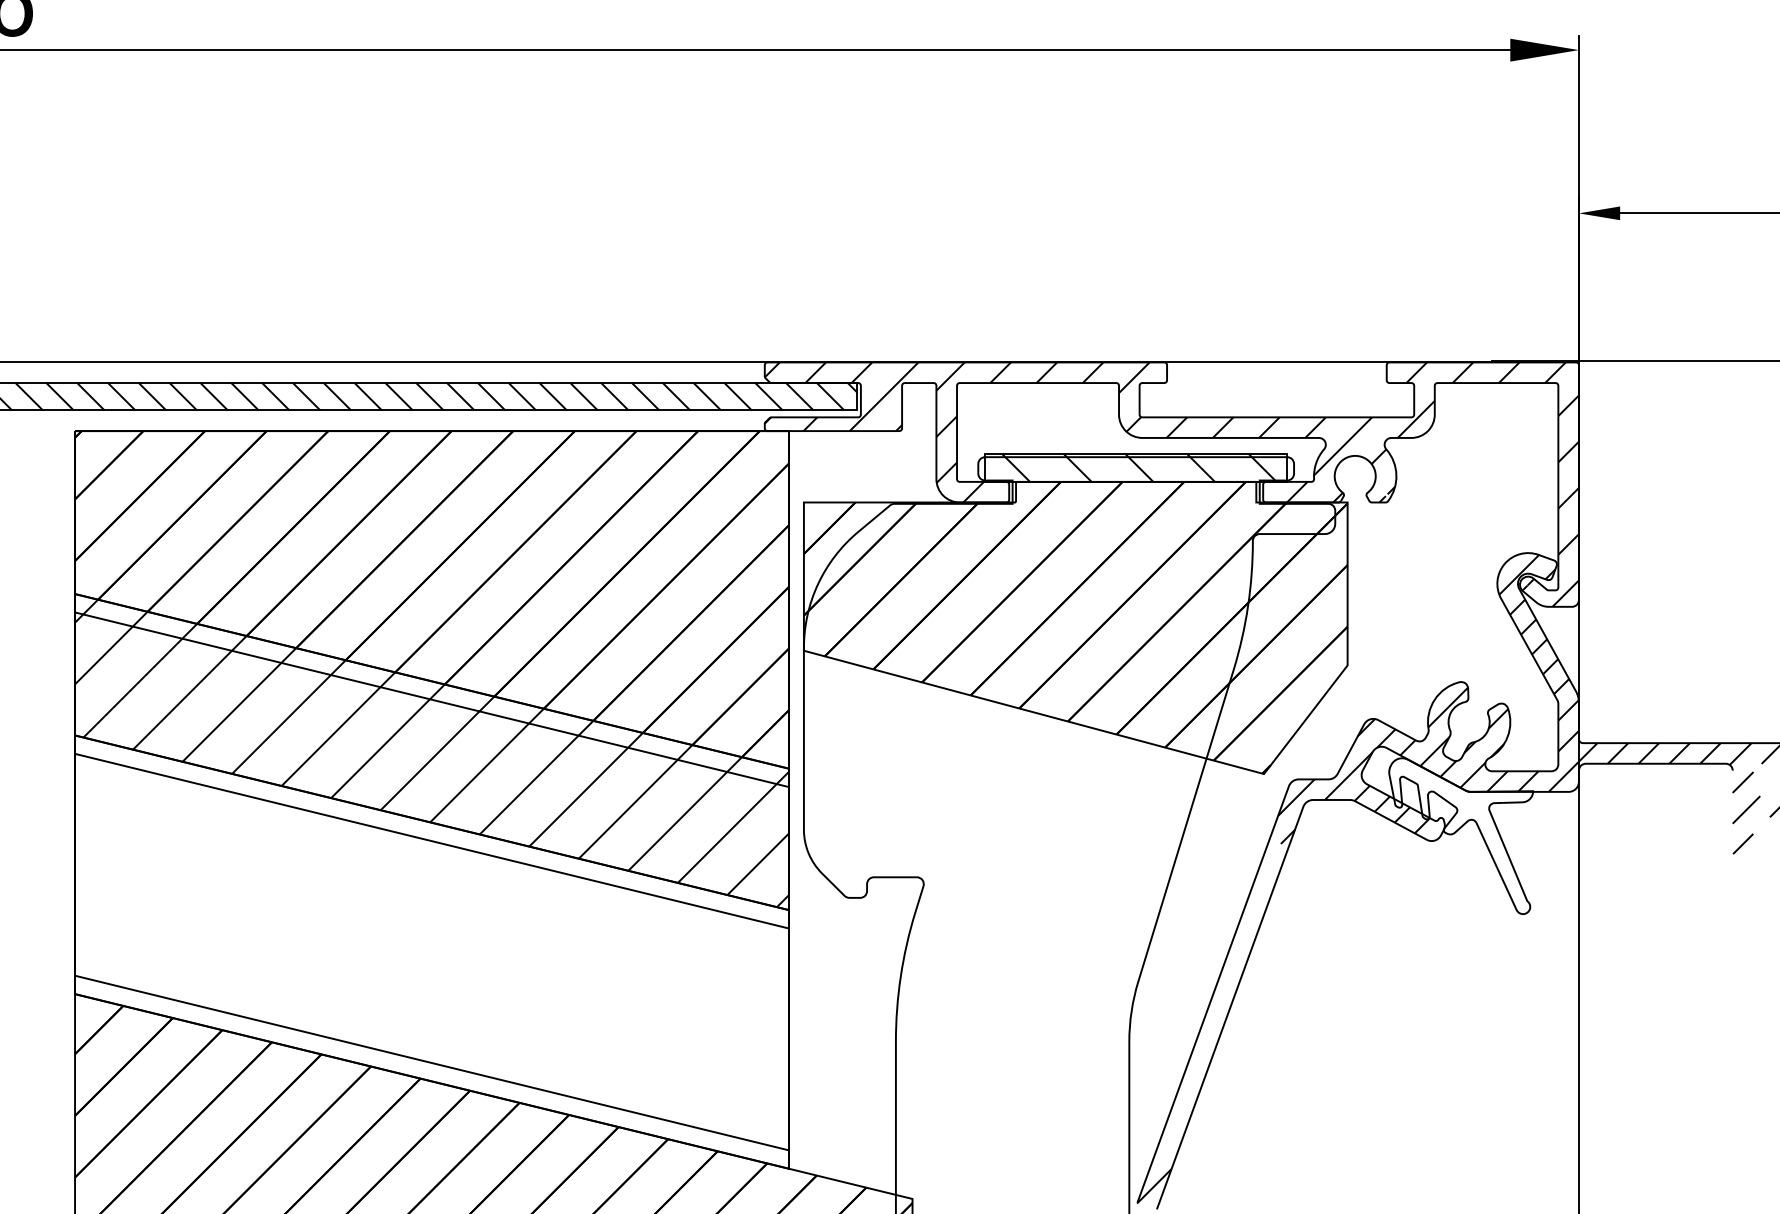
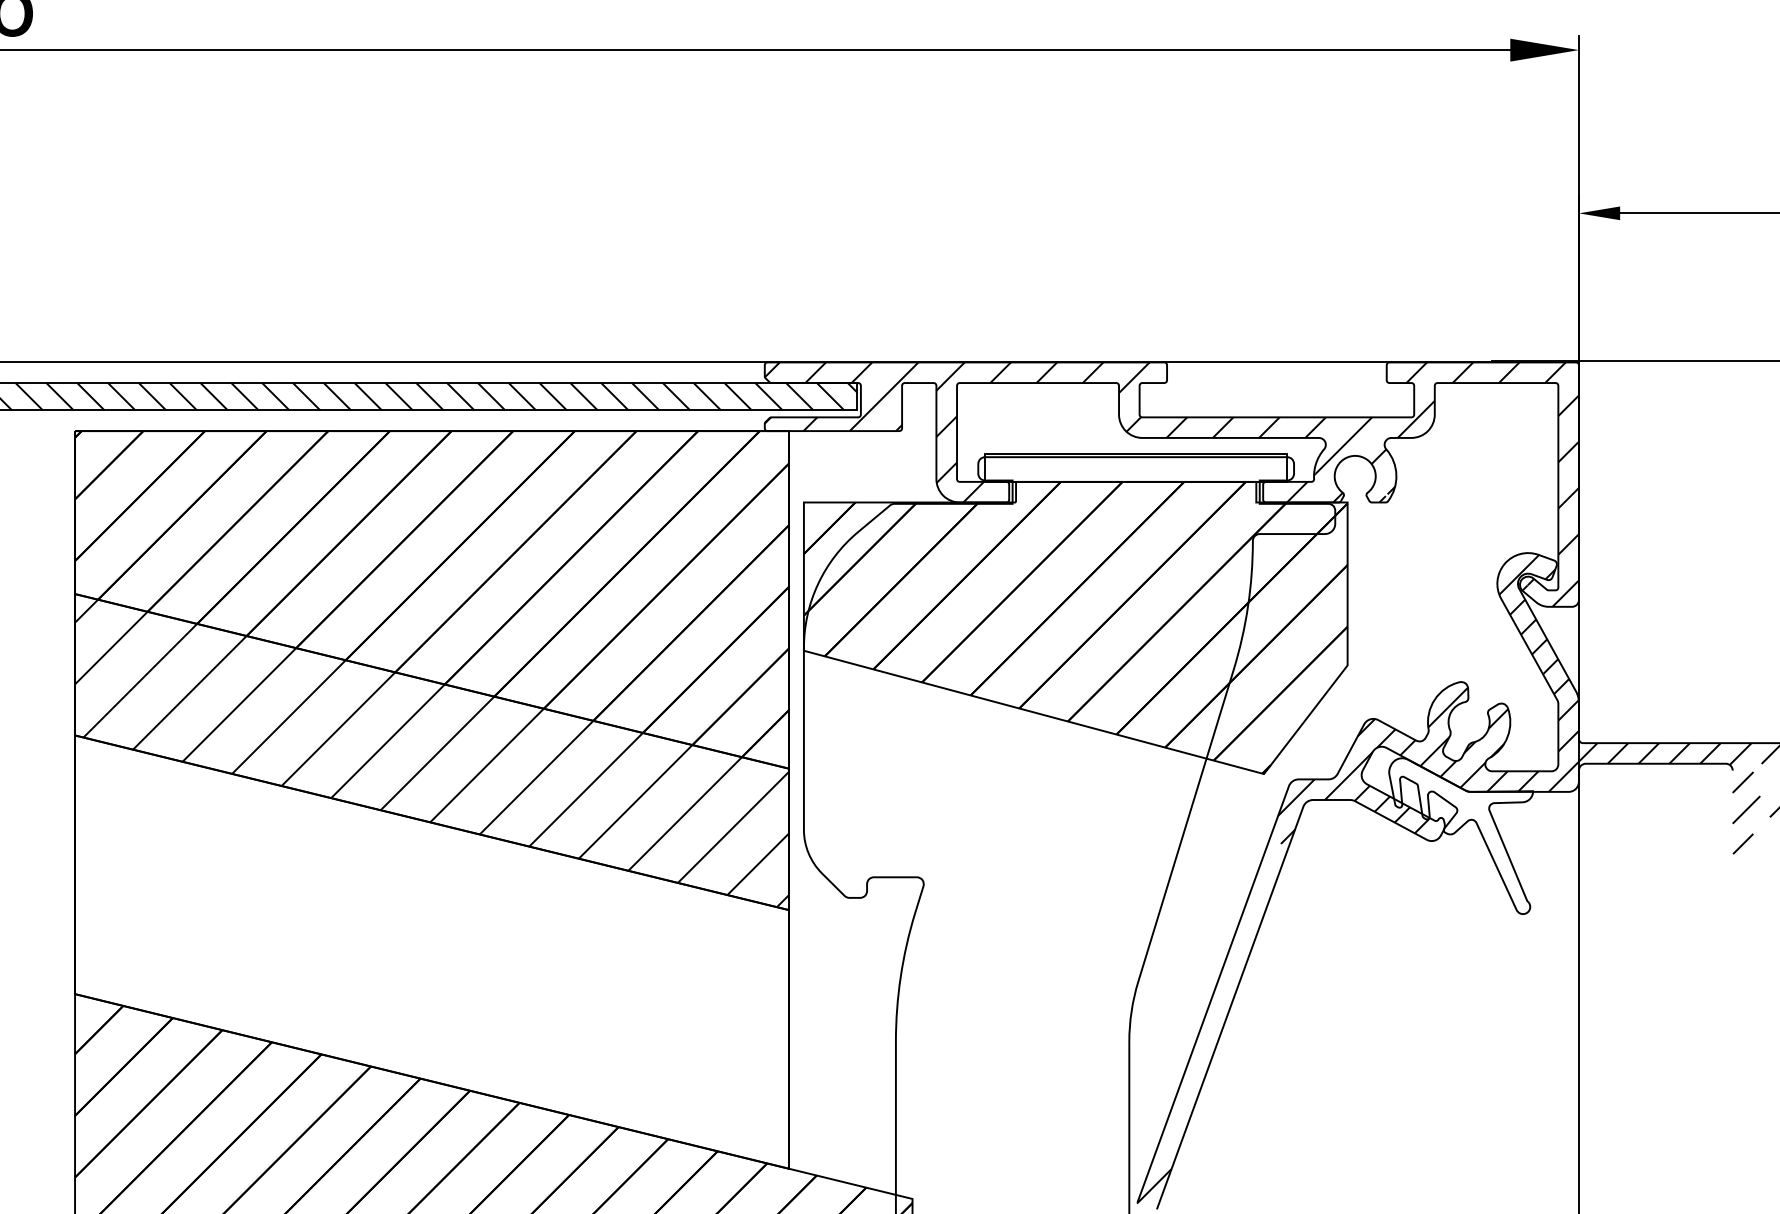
hatch at (1139, 467): present -> none
line at (431, 699): present -> none
line at (431, 840): present -> none
line at (431, 1062): present -> none
